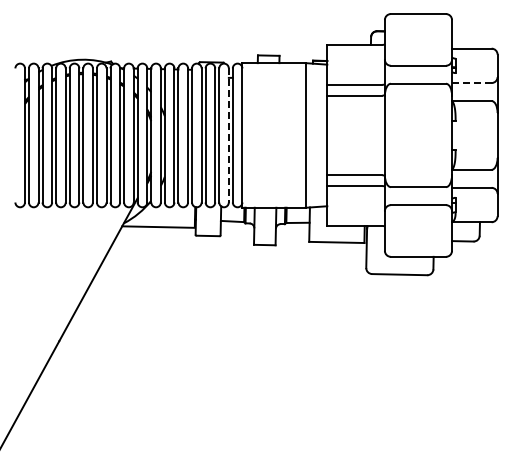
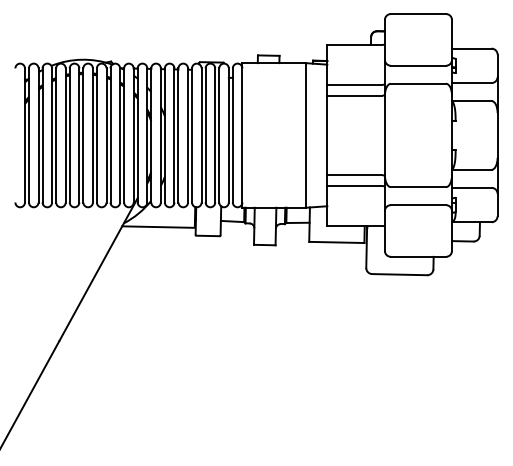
line at (471, 83): dashed -> solid
line at (228, 135): dashed -> solid
